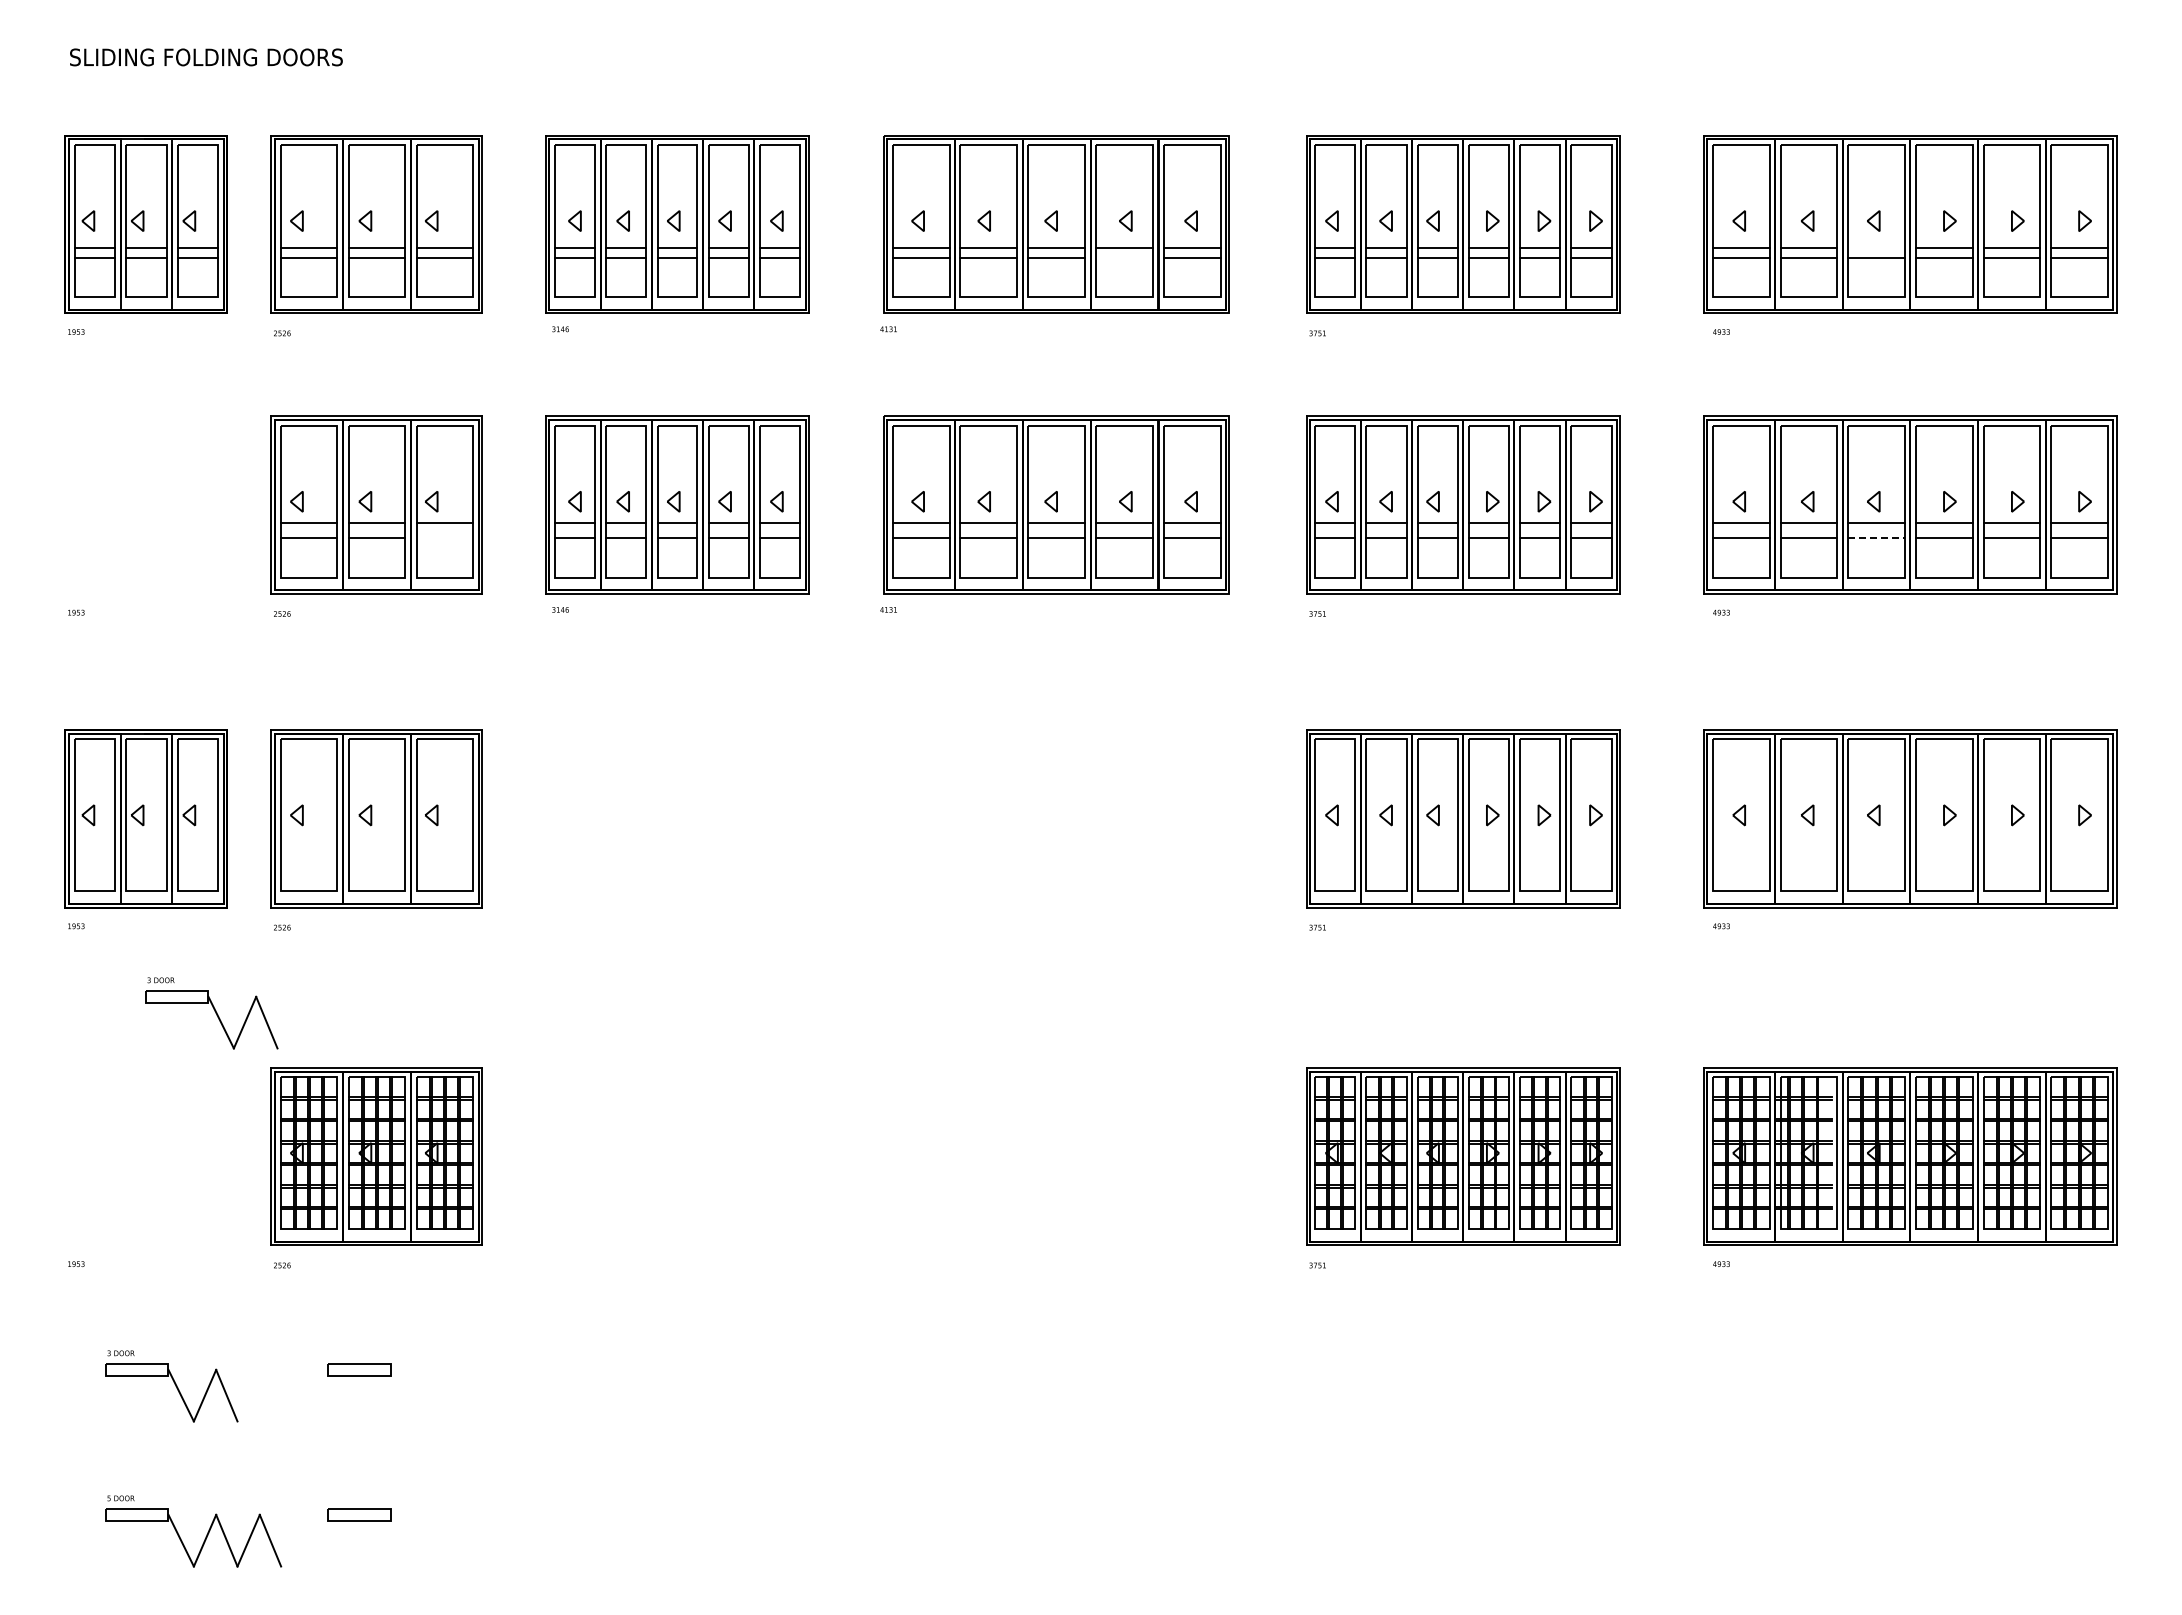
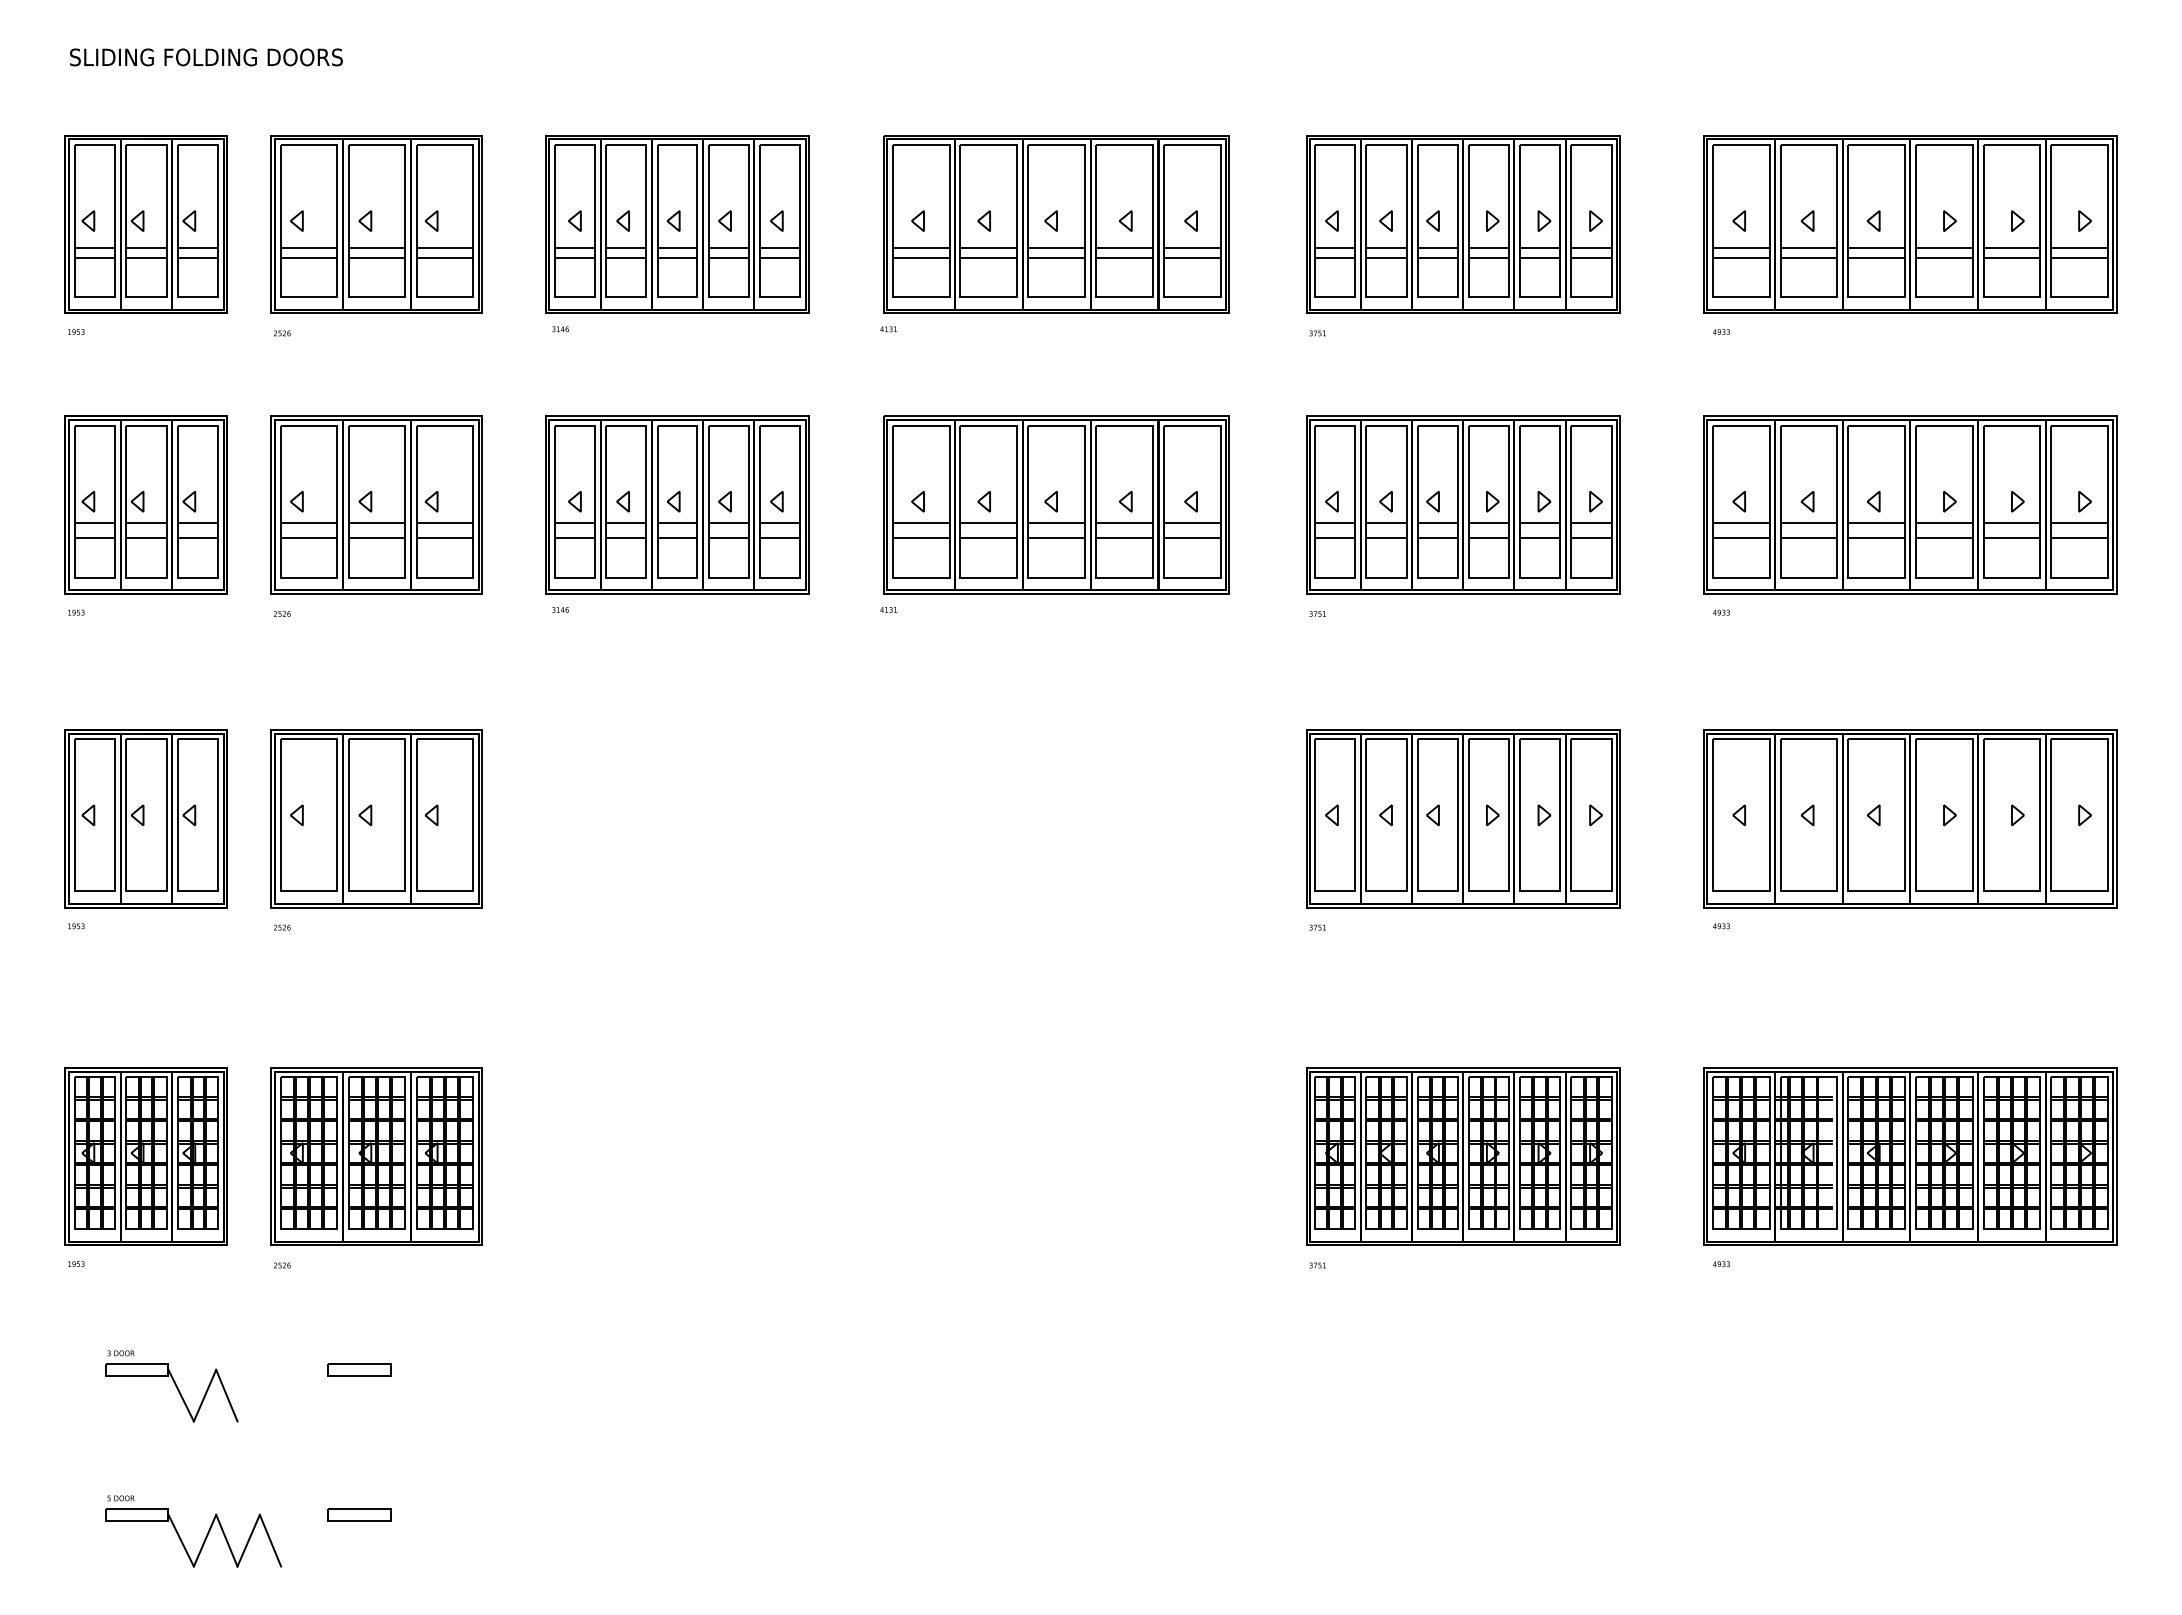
line at (1876, 248): none -> present
line at (1124, 257): none -> present
part at (145, 504): none -> present
line at (444, 538): none -> present
line at (1877, 538): dashed -> solid
part at (211, 1013): present -> none
part at (145, 1156): none -> present
